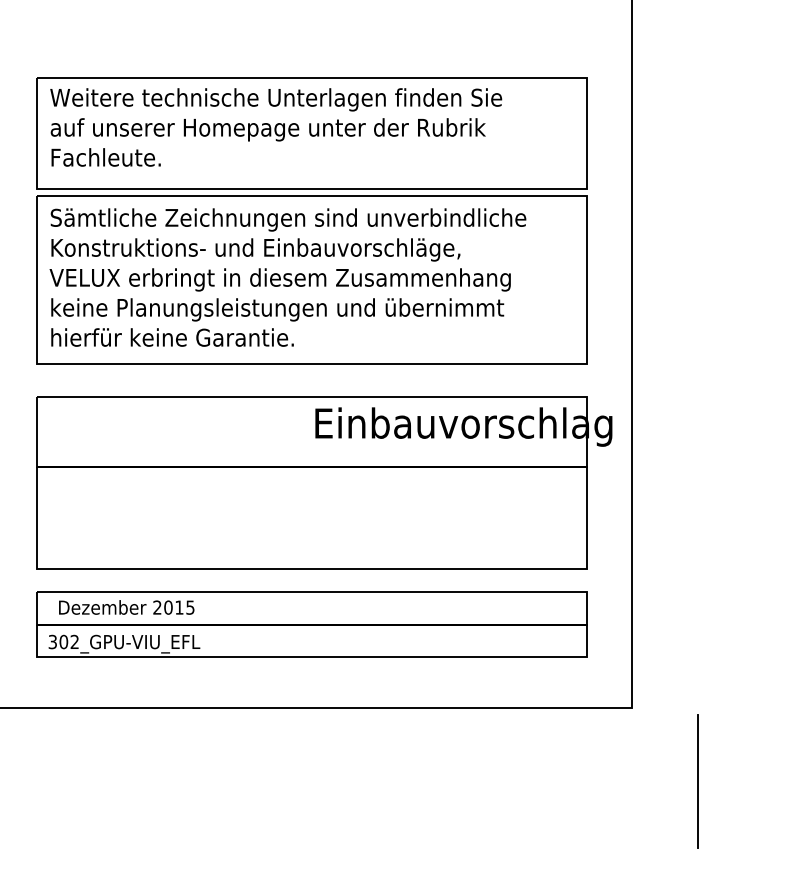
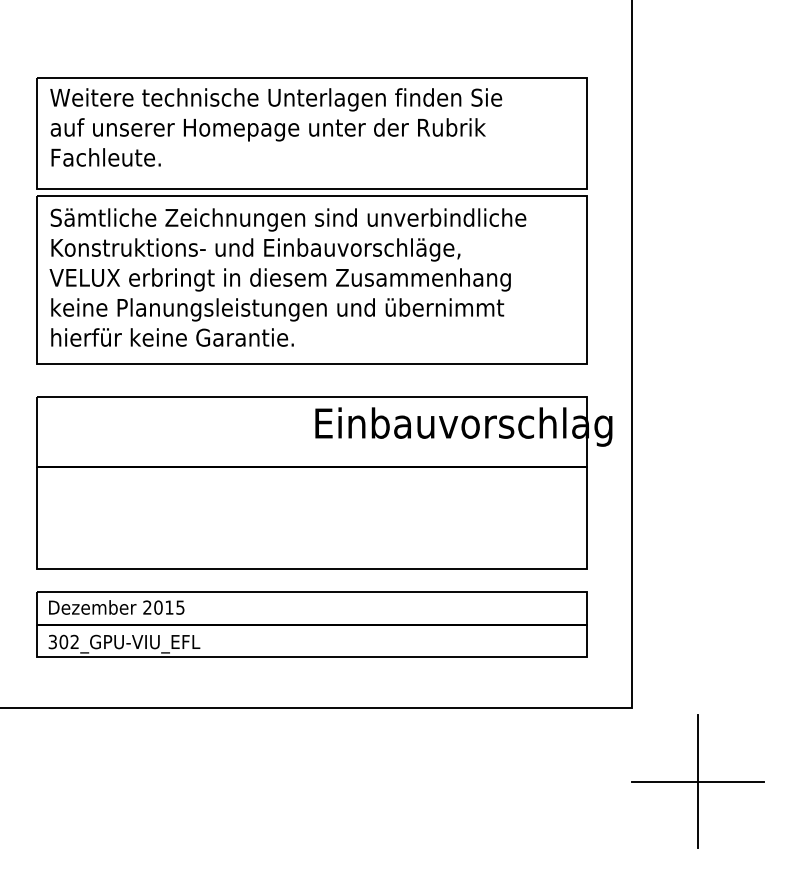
text at (126, 607) position: (126, 607) -> (116, 607)
line at (697, 781): none -> present
